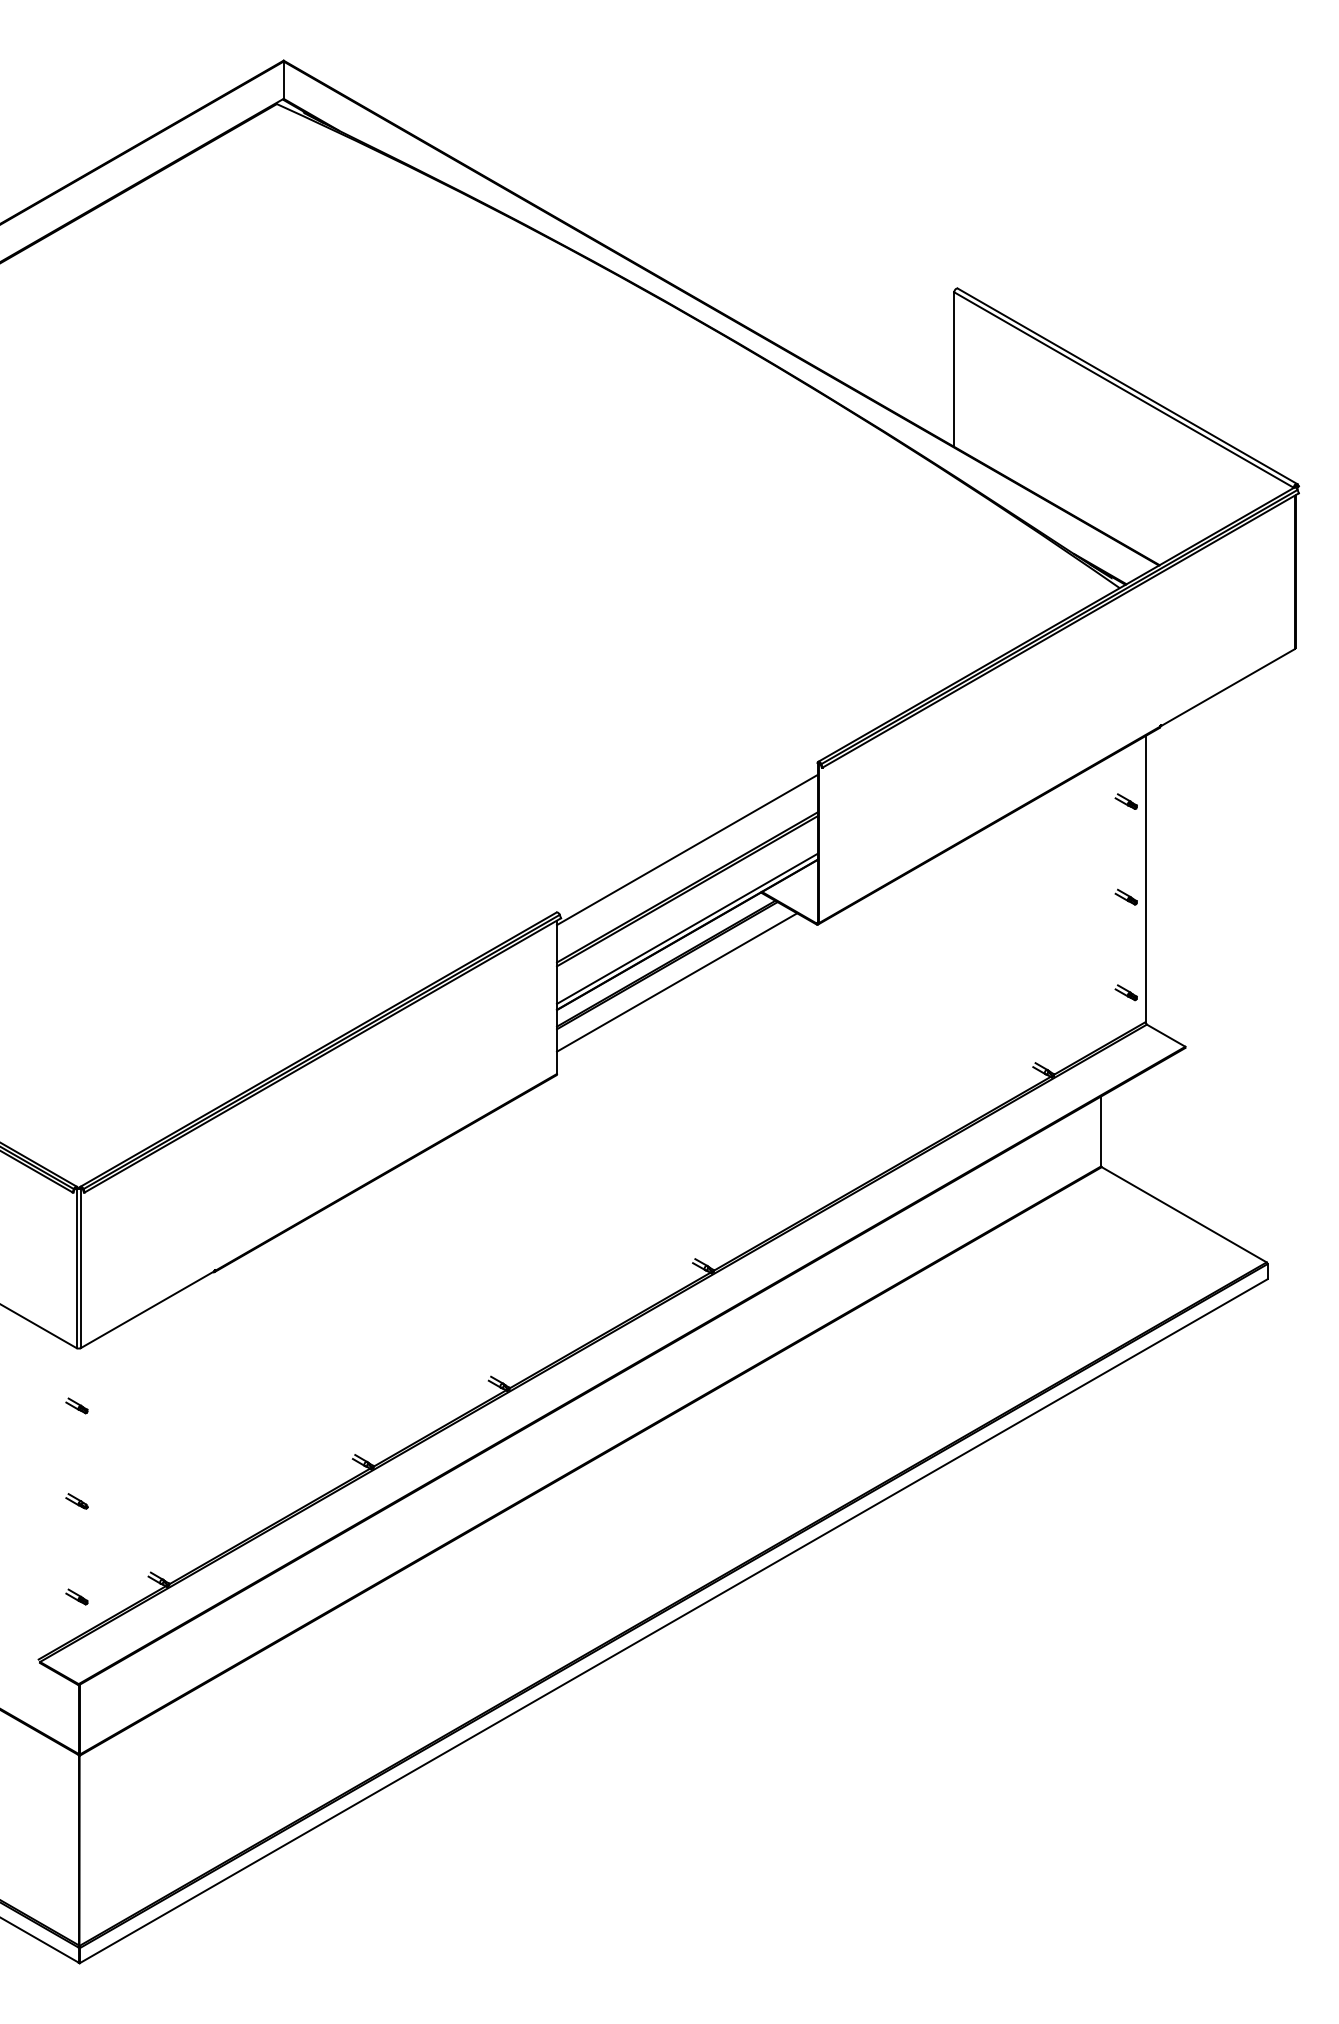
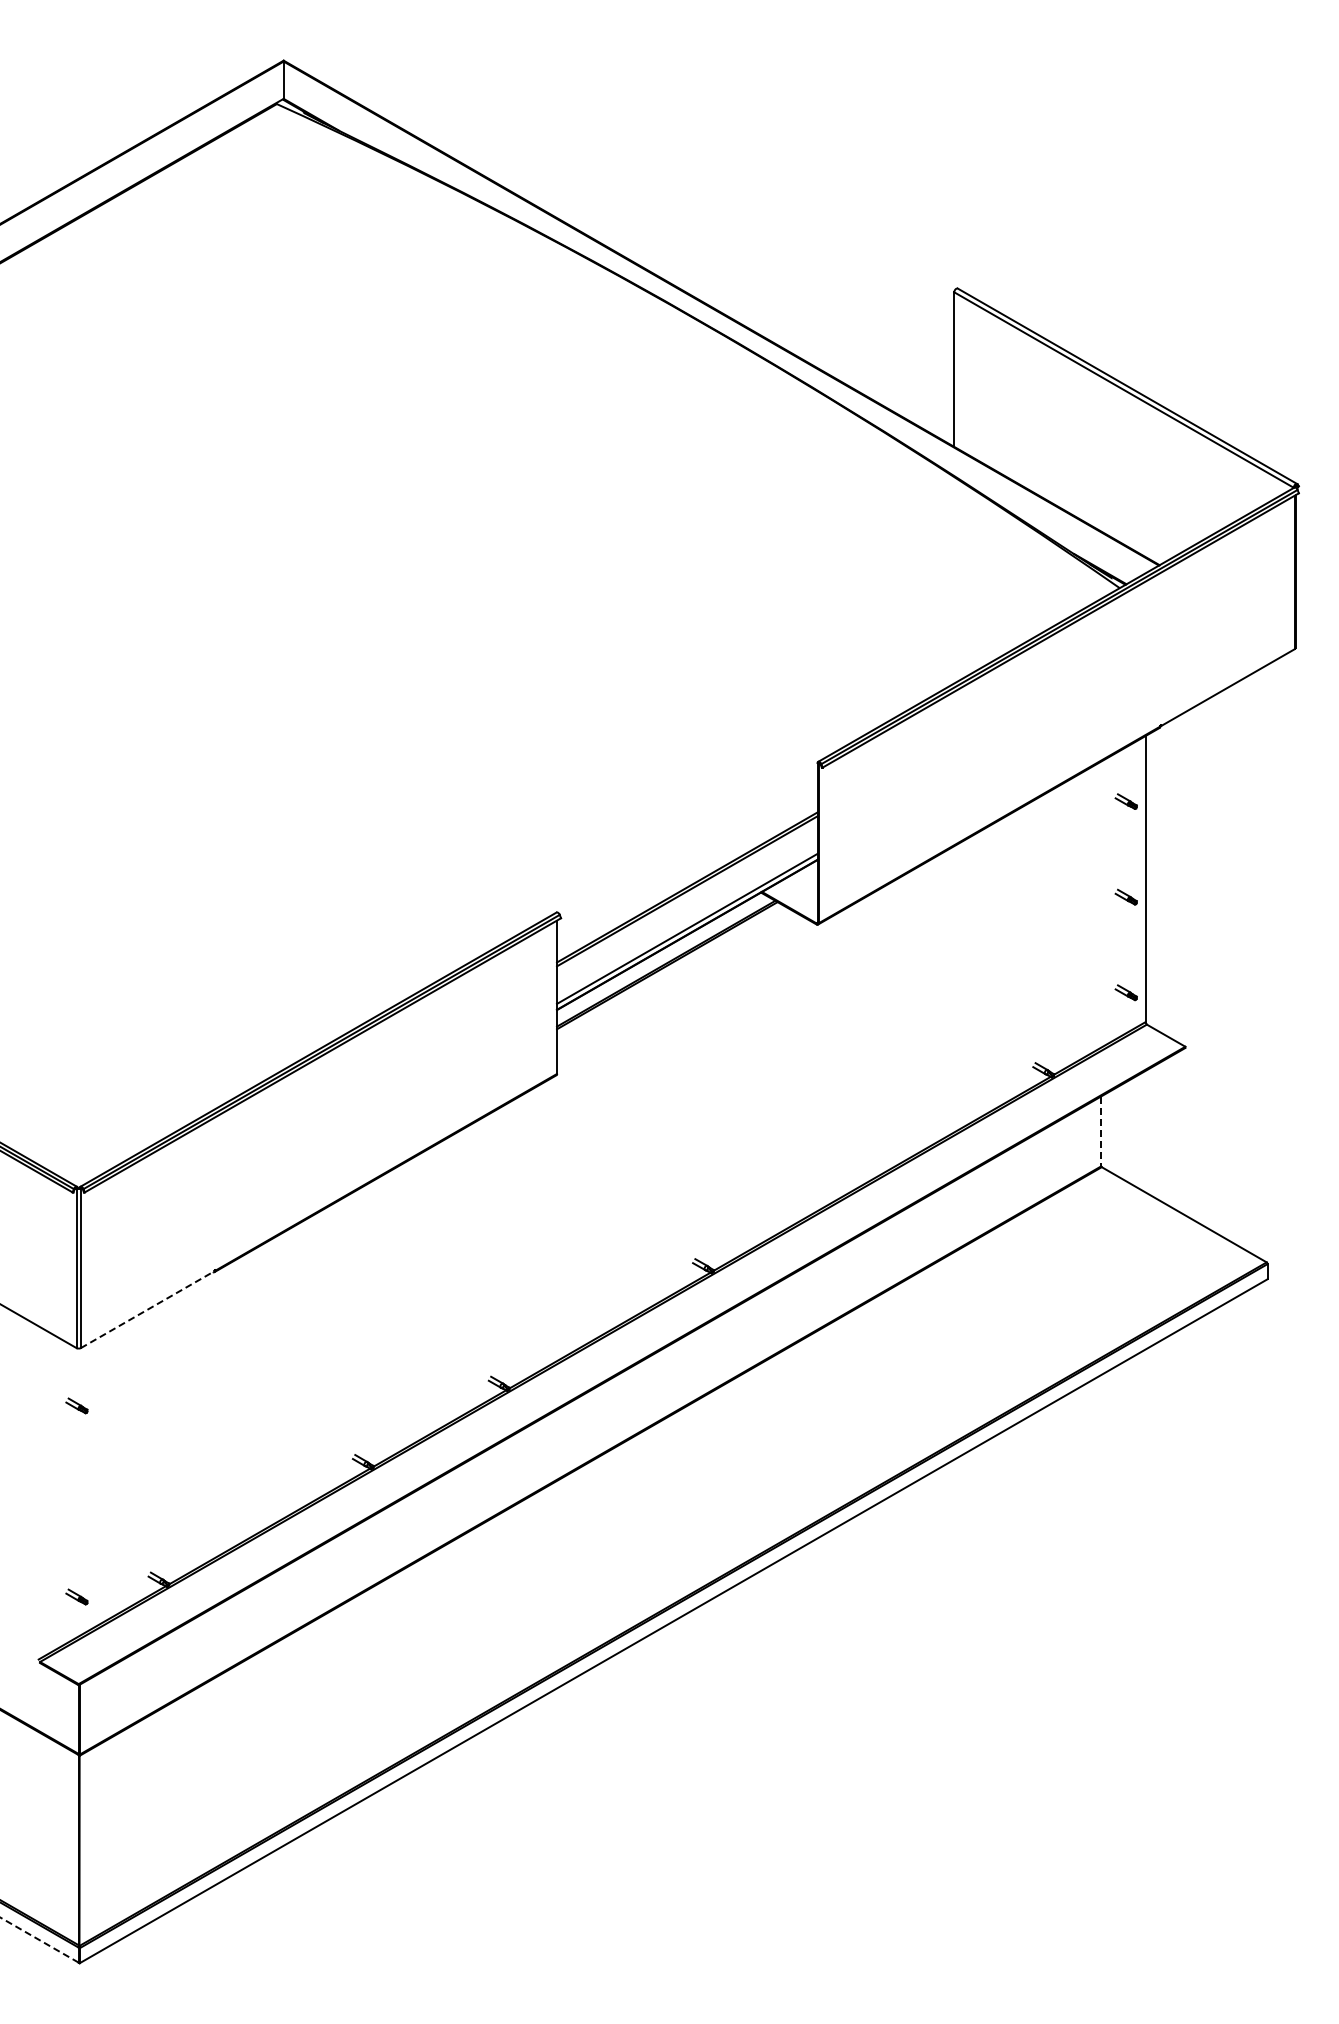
line at (687, 849): present -> none
line at (677, 982): present -> none
line at (1101, 1131): solid -> dashed
line at (147, 1309): solid -> dashed
part at (76, 1501): present -> none
line at (39, 1940): solid -> dashed
